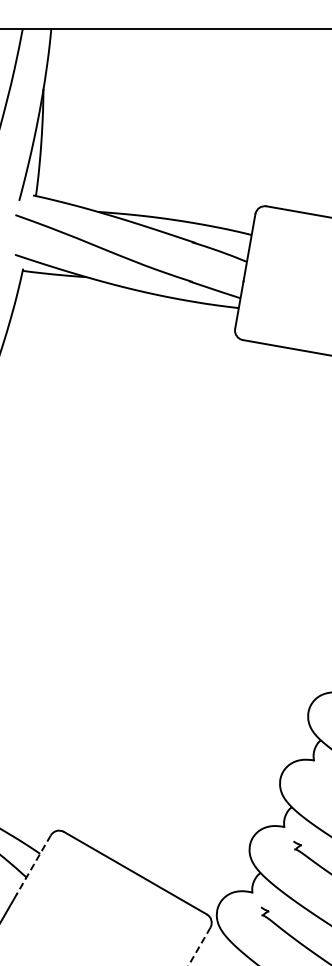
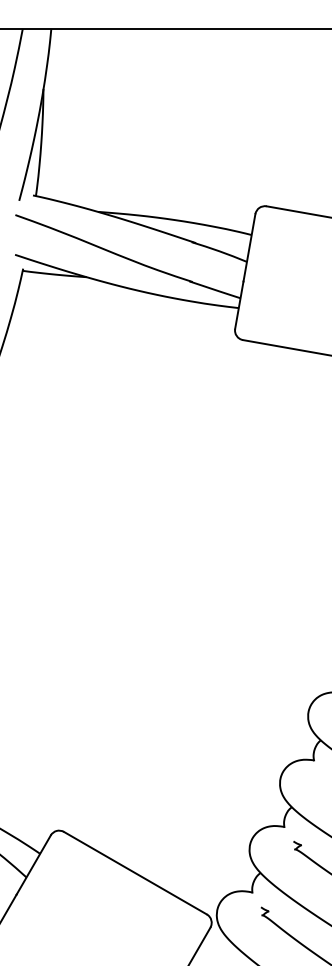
line at (33, 865): dashed -> solid
line at (199, 946): dashed -> solid
